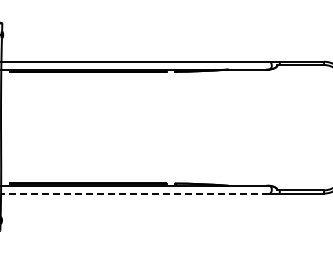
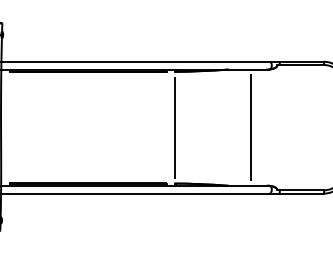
line at (175, 127): none -> present
line at (251, 127): none -> present
line at (134, 193): dashed -> solid
